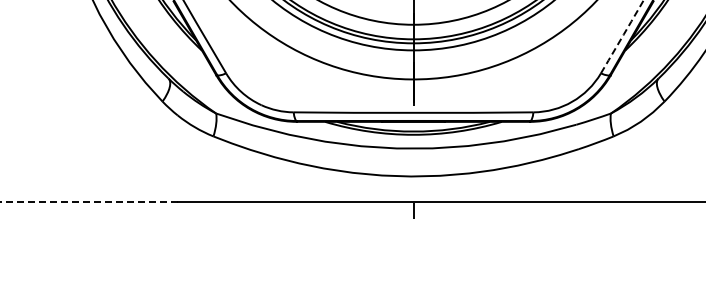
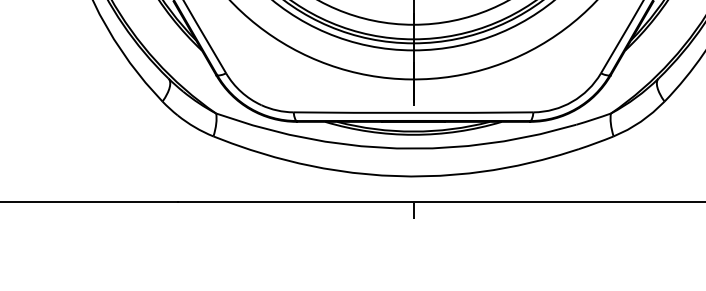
arc at (622, 36): dashed -> solid
line at (89, 202): dashed -> solid
